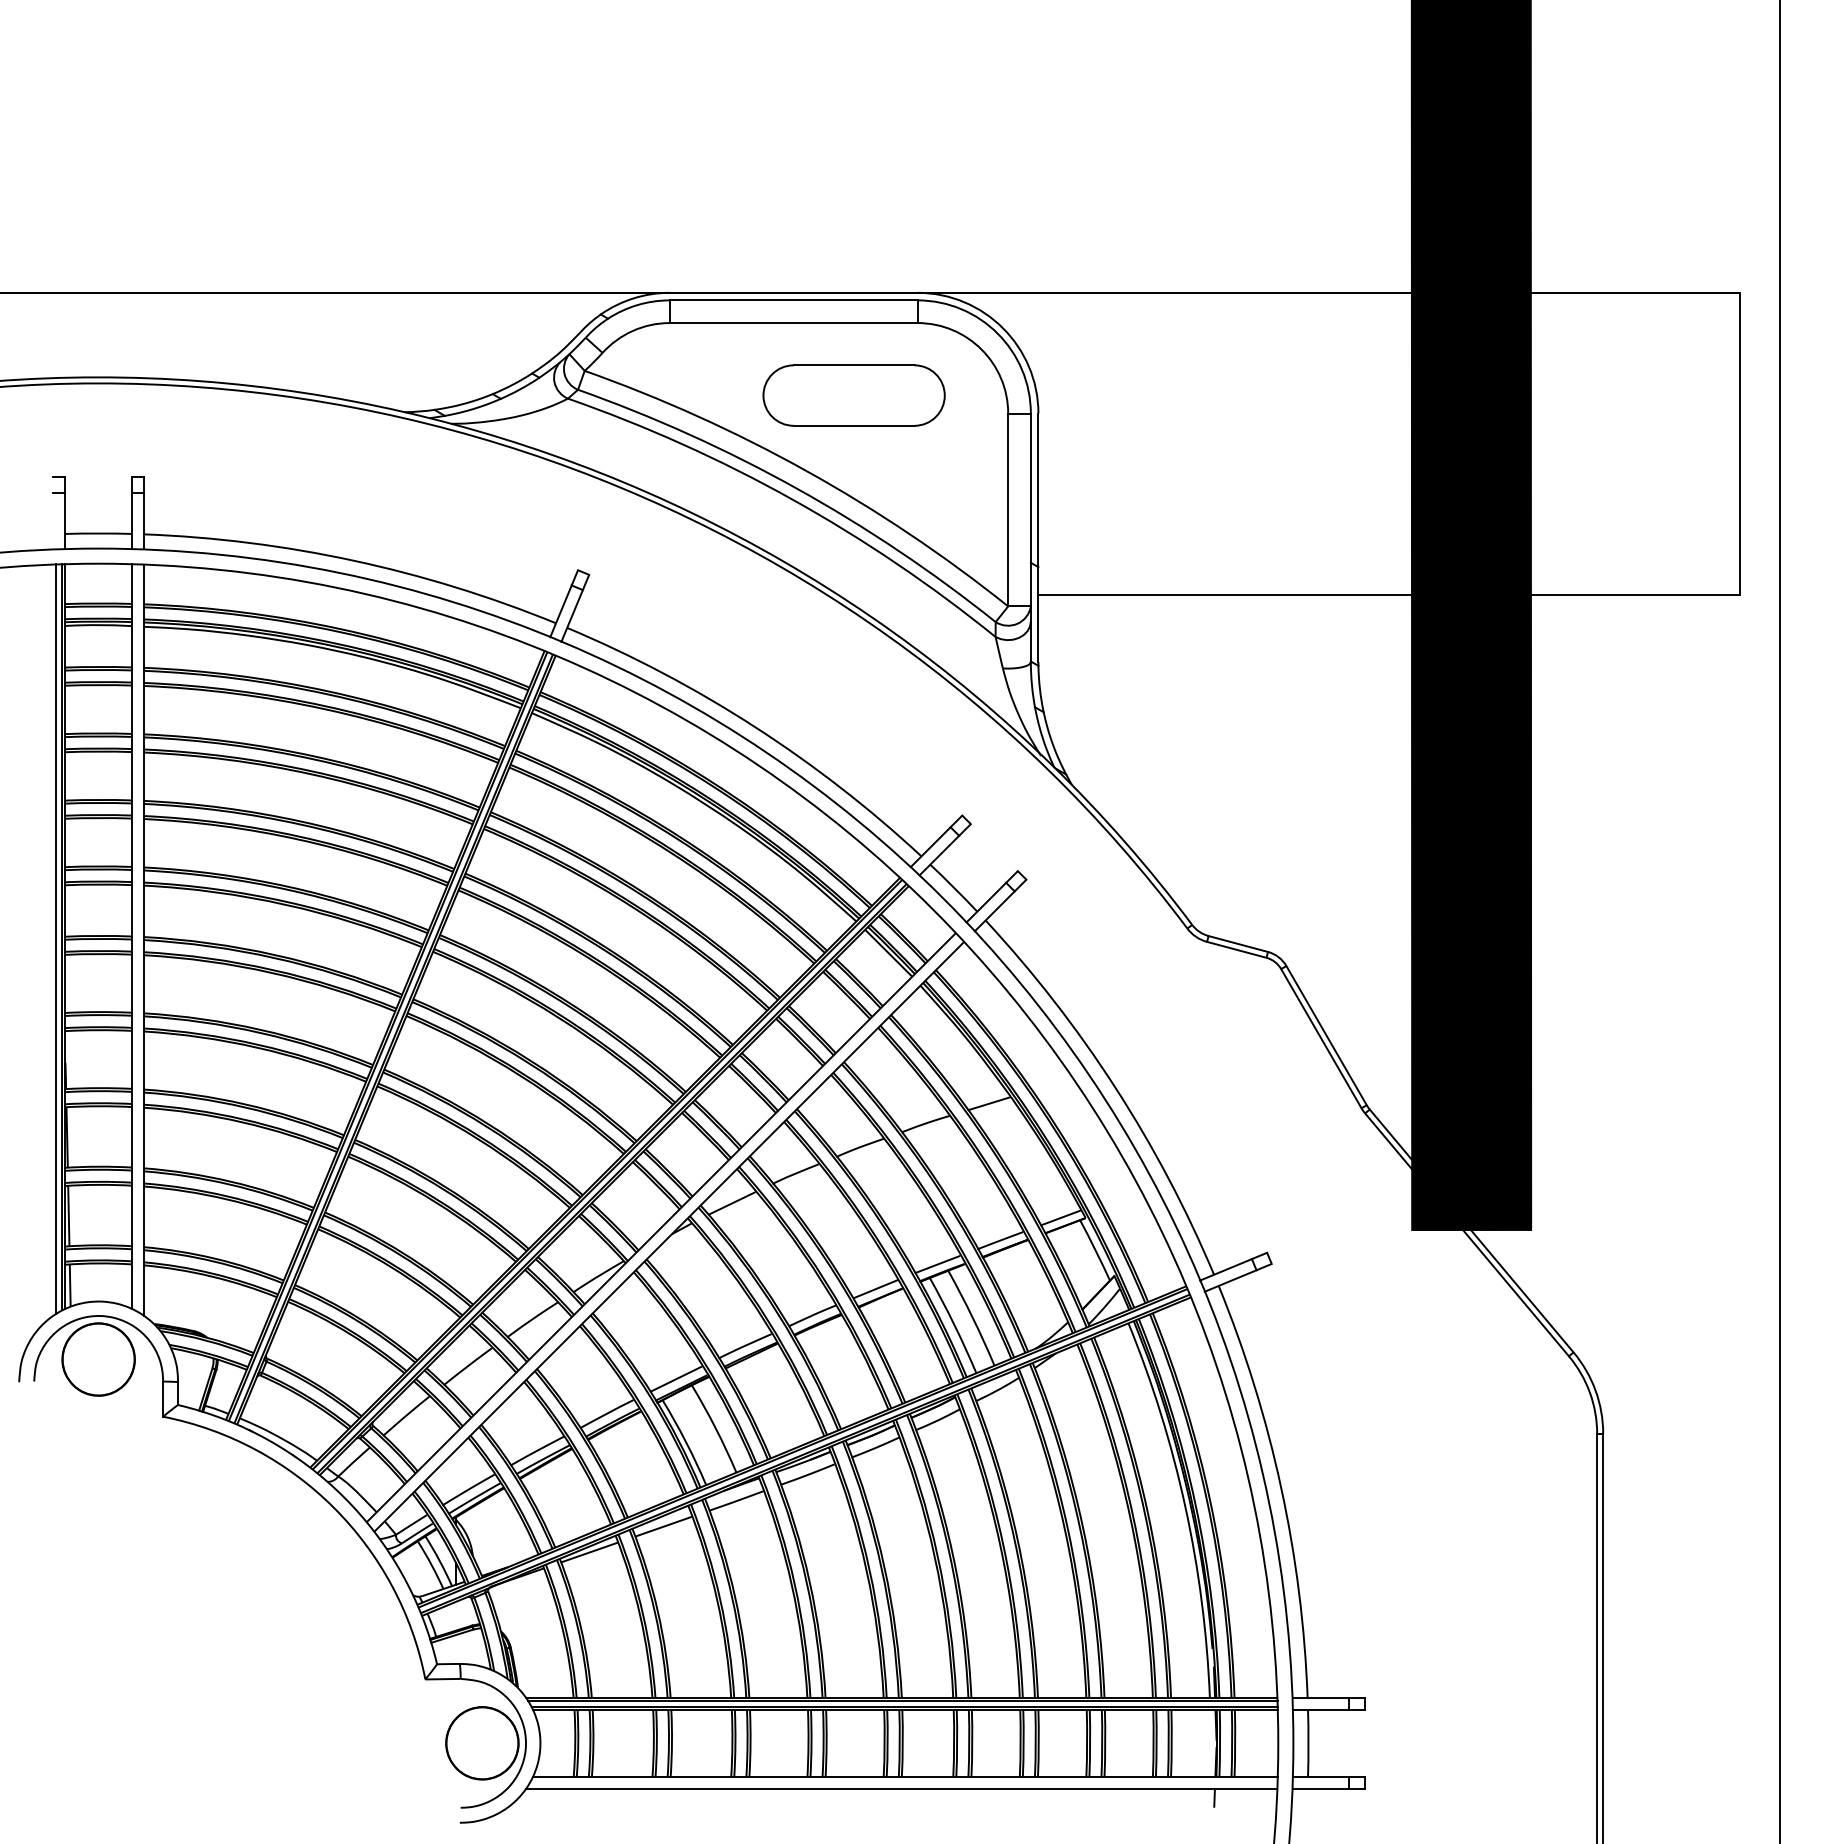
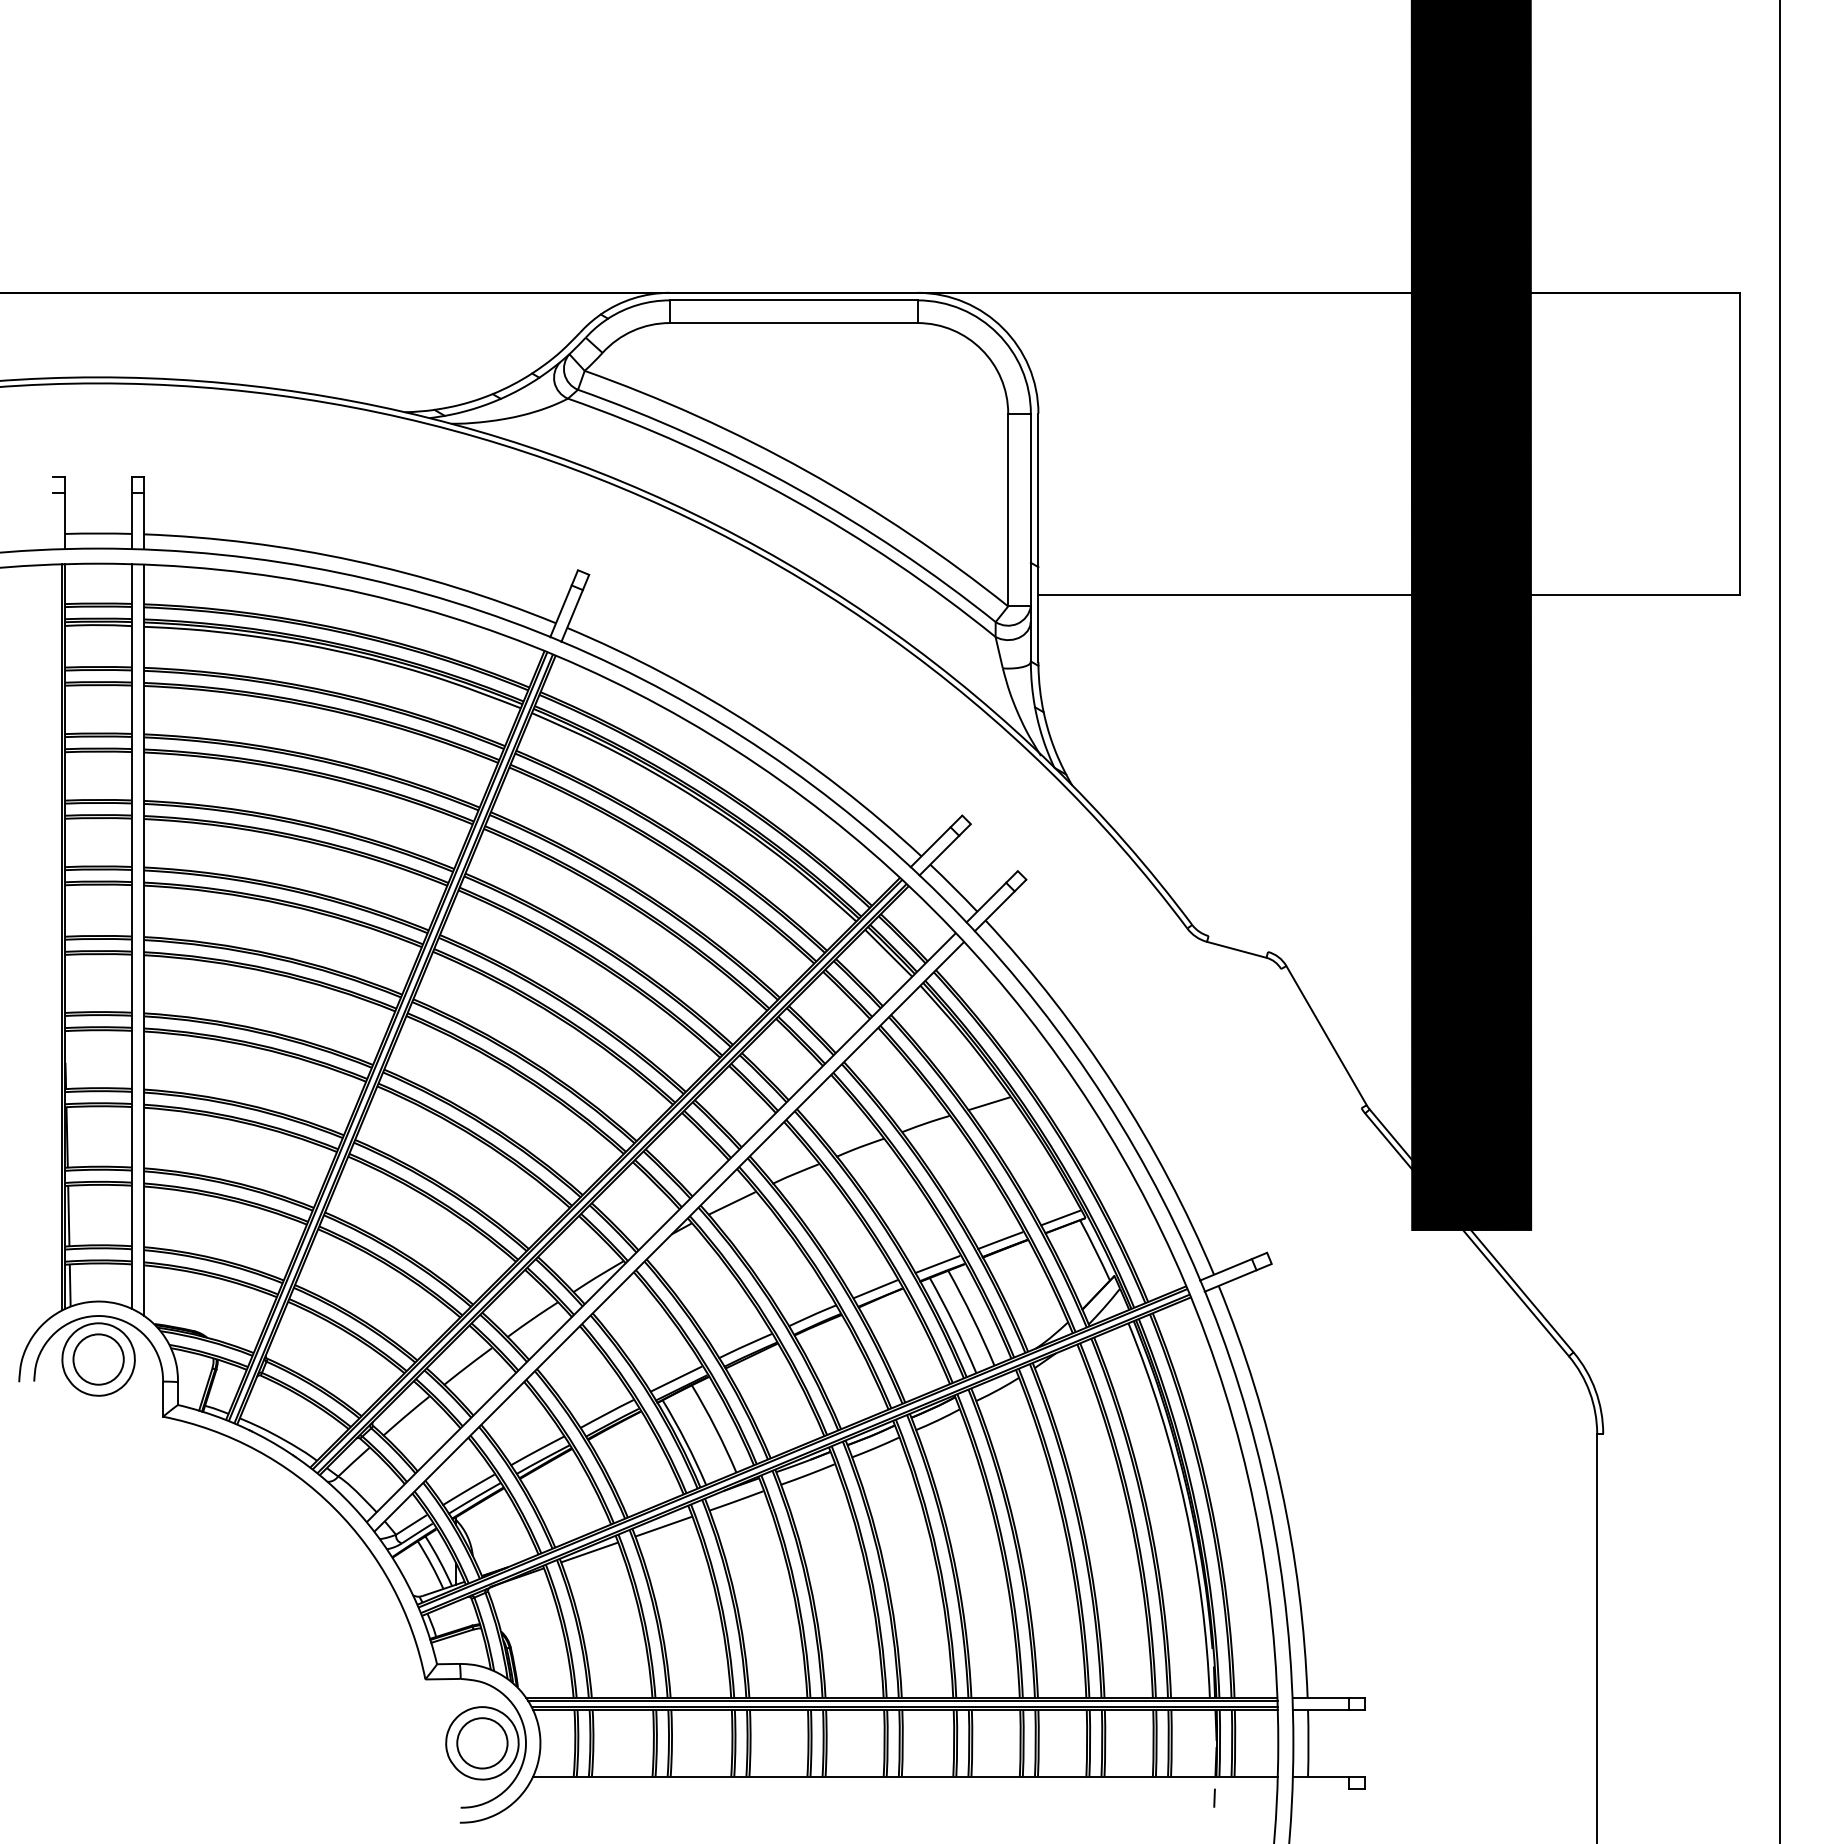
part at (853, 395): present -> none
line at (56, 938): present -> none
line at (1238, 943): present -> none
line at (1321, 1038): present -> none
circle at (98, 1359) diameter: 72 px -> 50 px
line at (1603, 1636): present -> none
circle at (482, 1743) diameter: 72 px -> 50 px
line at (901, 1788): present -> none
line at (1320, 1788): present -> none
